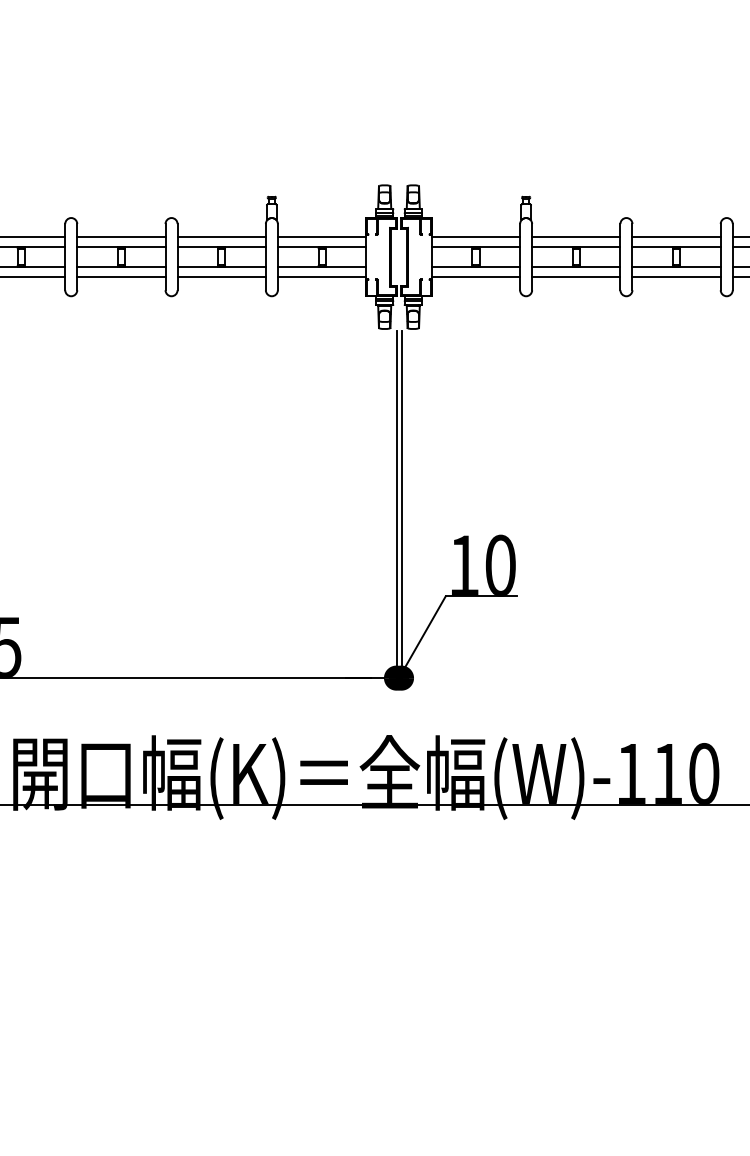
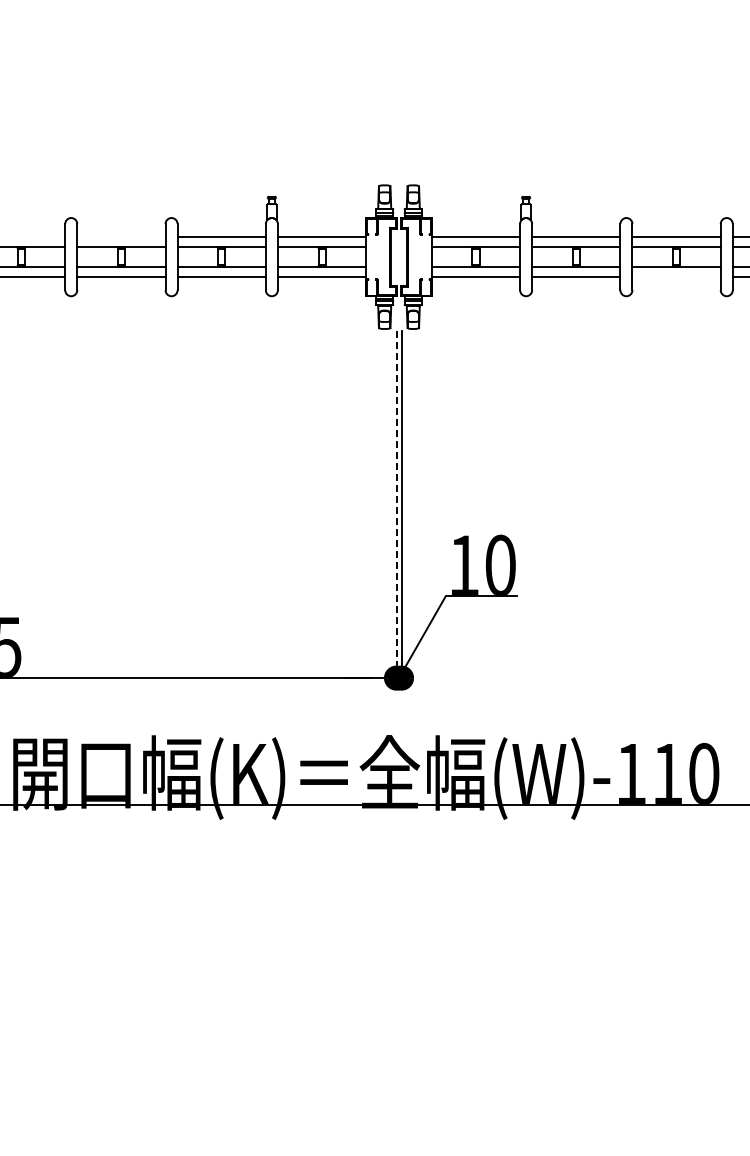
line at (33, 236): present -> none
line at (121, 236): present -> none
line at (676, 277): present -> none
line at (396, 505): solid -> dashed
